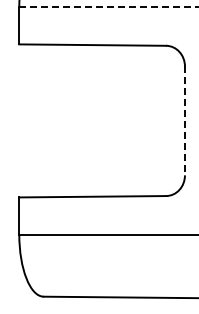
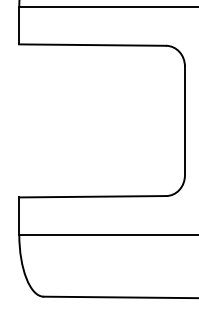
line at (109, 7): dashed -> solid
line at (184, 121): dashed -> solid
